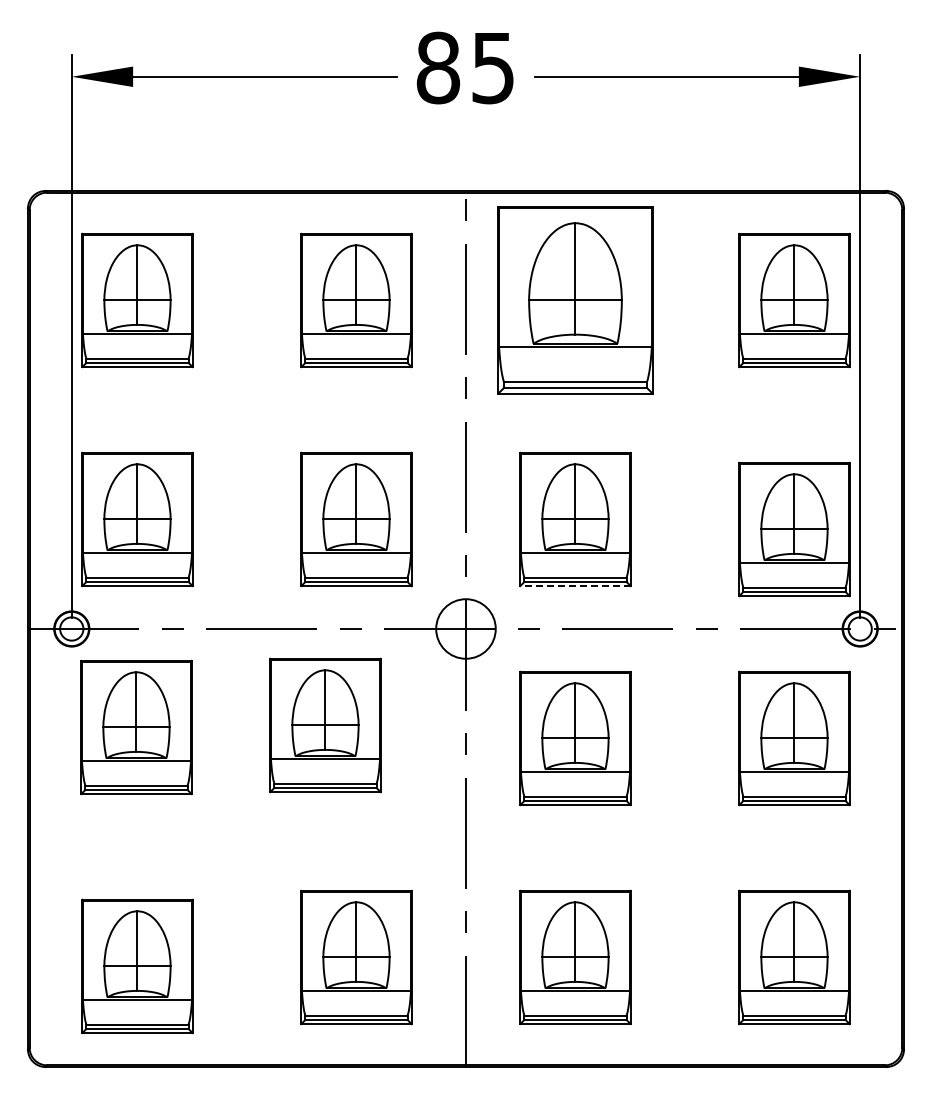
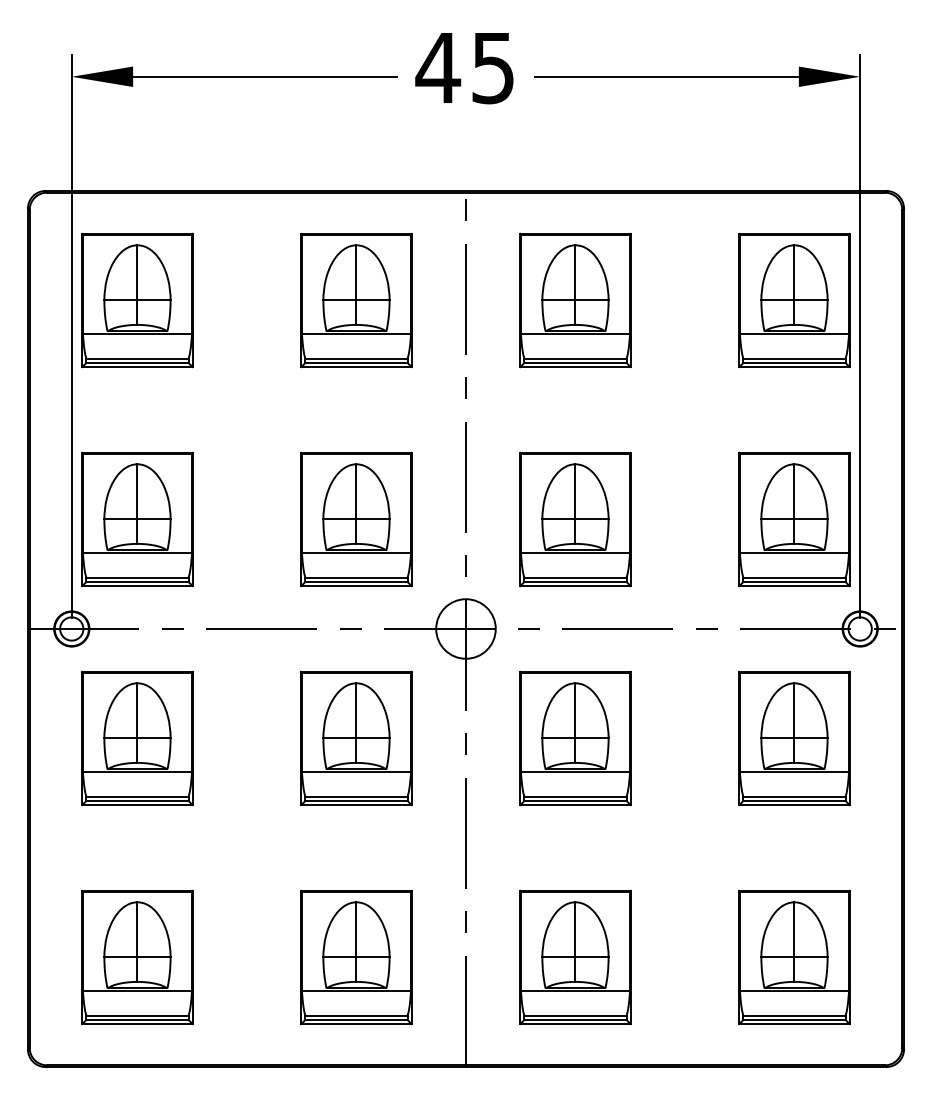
text at (438, 67): 85 -> 45
part at (575, 300) size: 157x189 px -> 113x137 px
part at (794, 529) position: (794, 529) -> (794, 519)
line at (574, 586): dashed -> solid
part at (325, 725) position: (325, 725) -> (356, 738)
part at (136, 727) position: (136, 727) -> (137, 738)
part at (137, 966) position: (137, 966) -> (137, 957)
